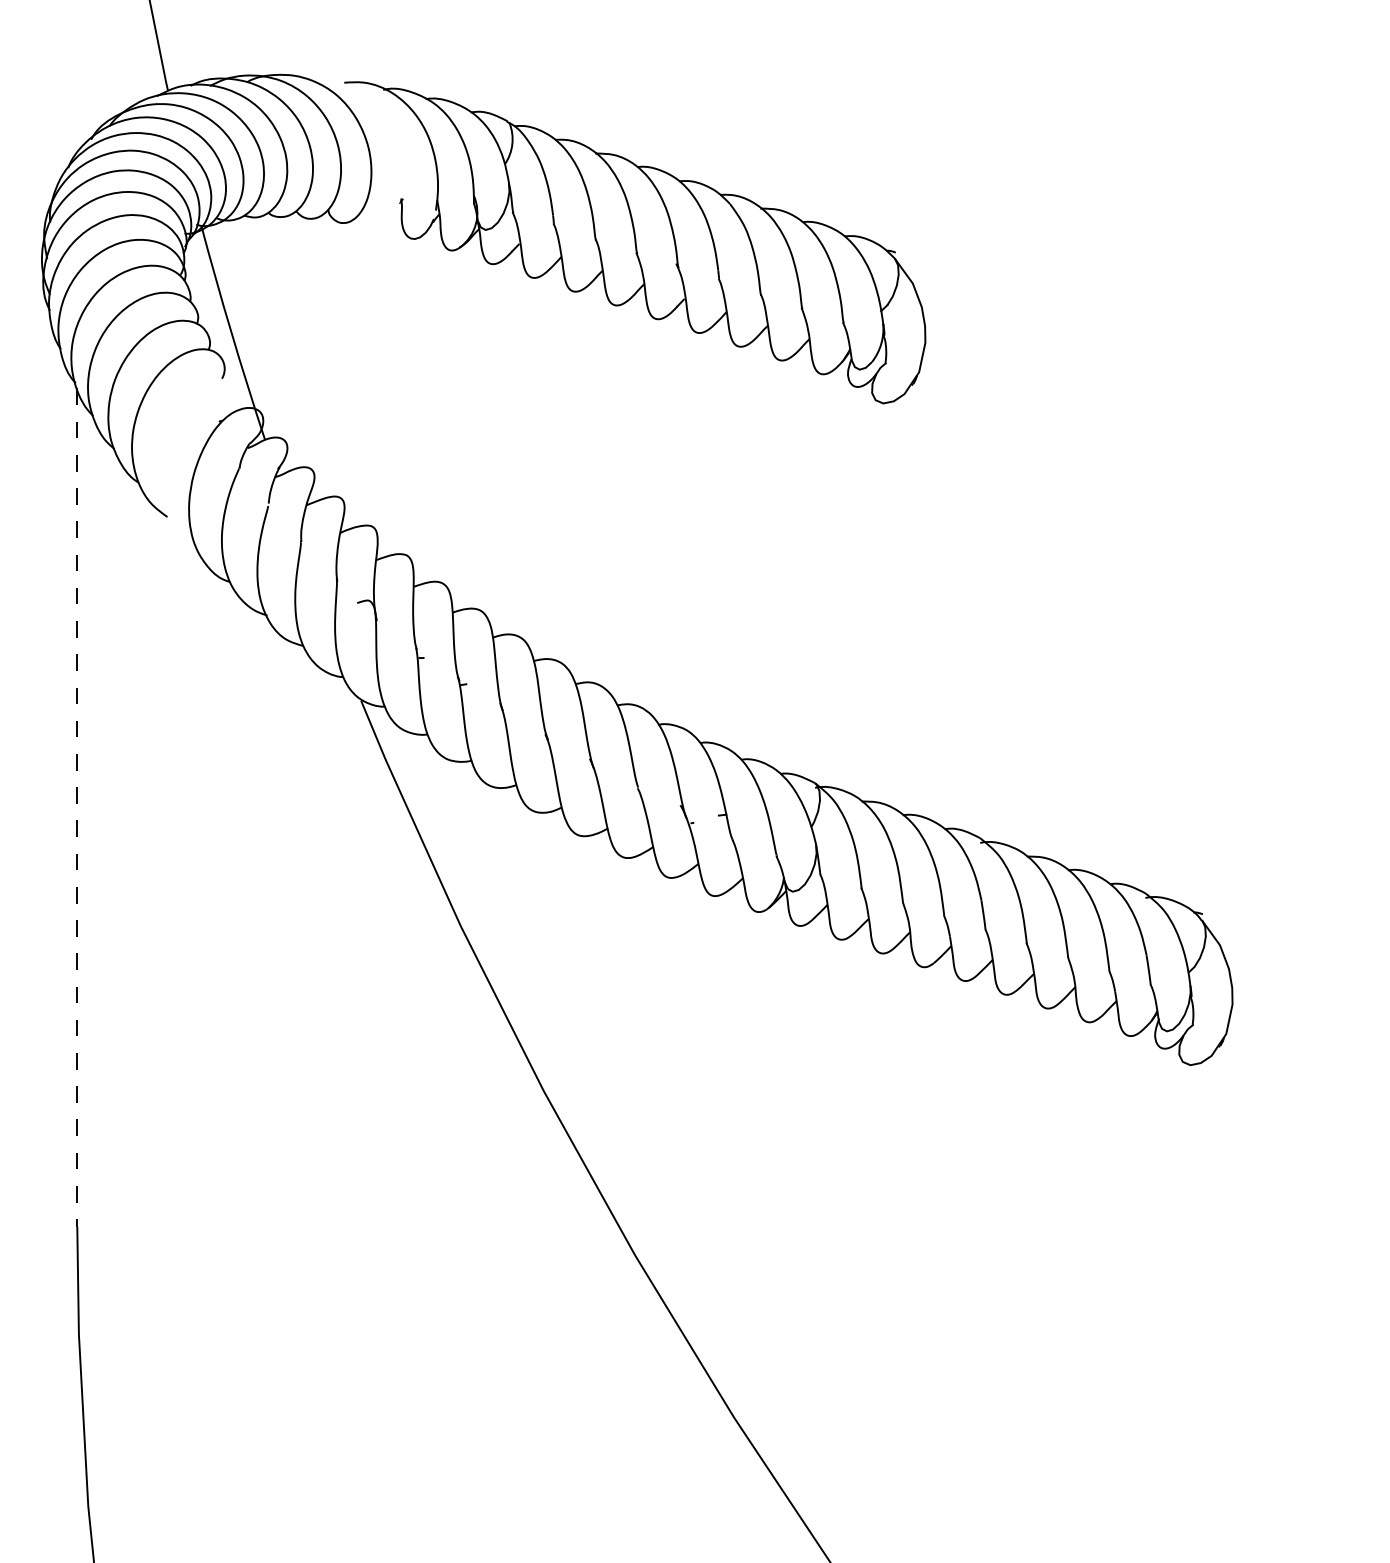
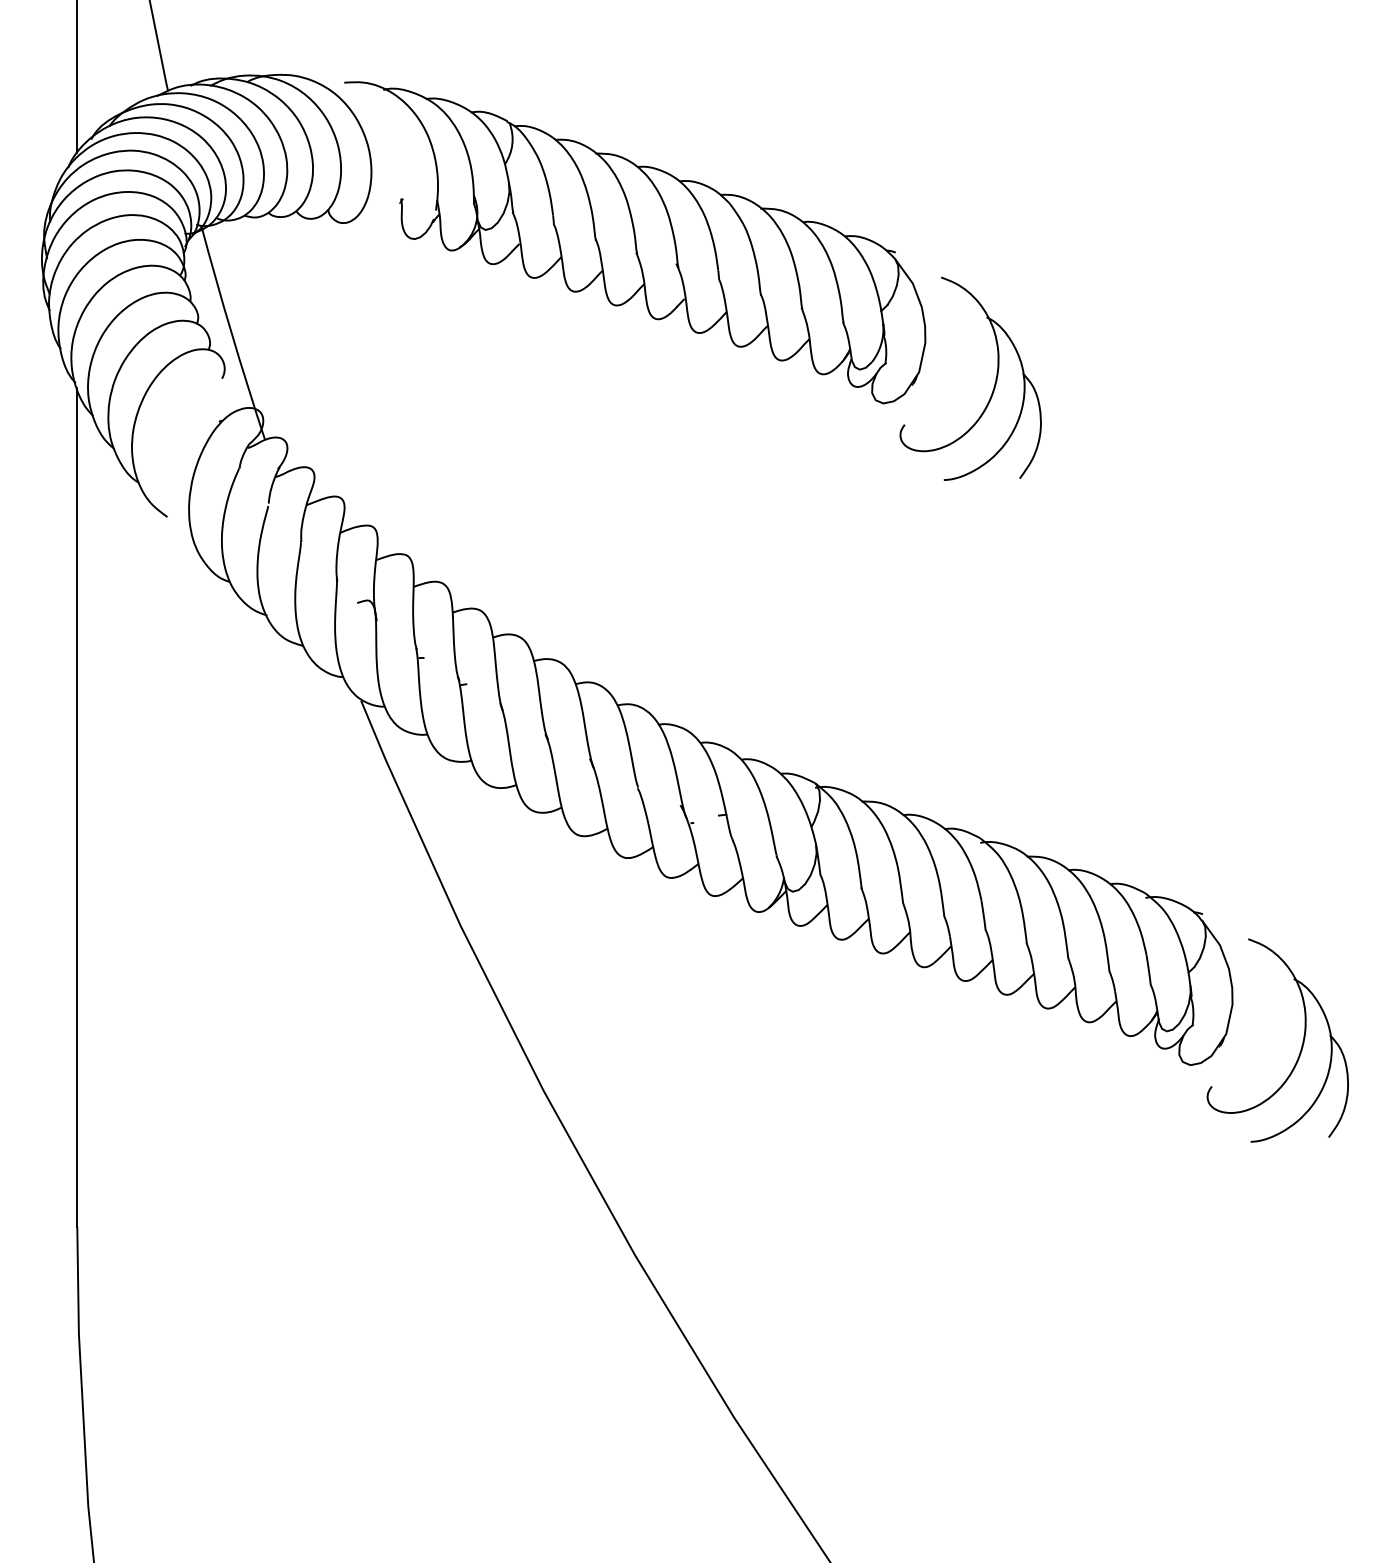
line at (77, 77): none -> present
part at (994, 383): none -> present
line at (77, 808): dashed -> solid
part at (1301, 1045): none -> present
